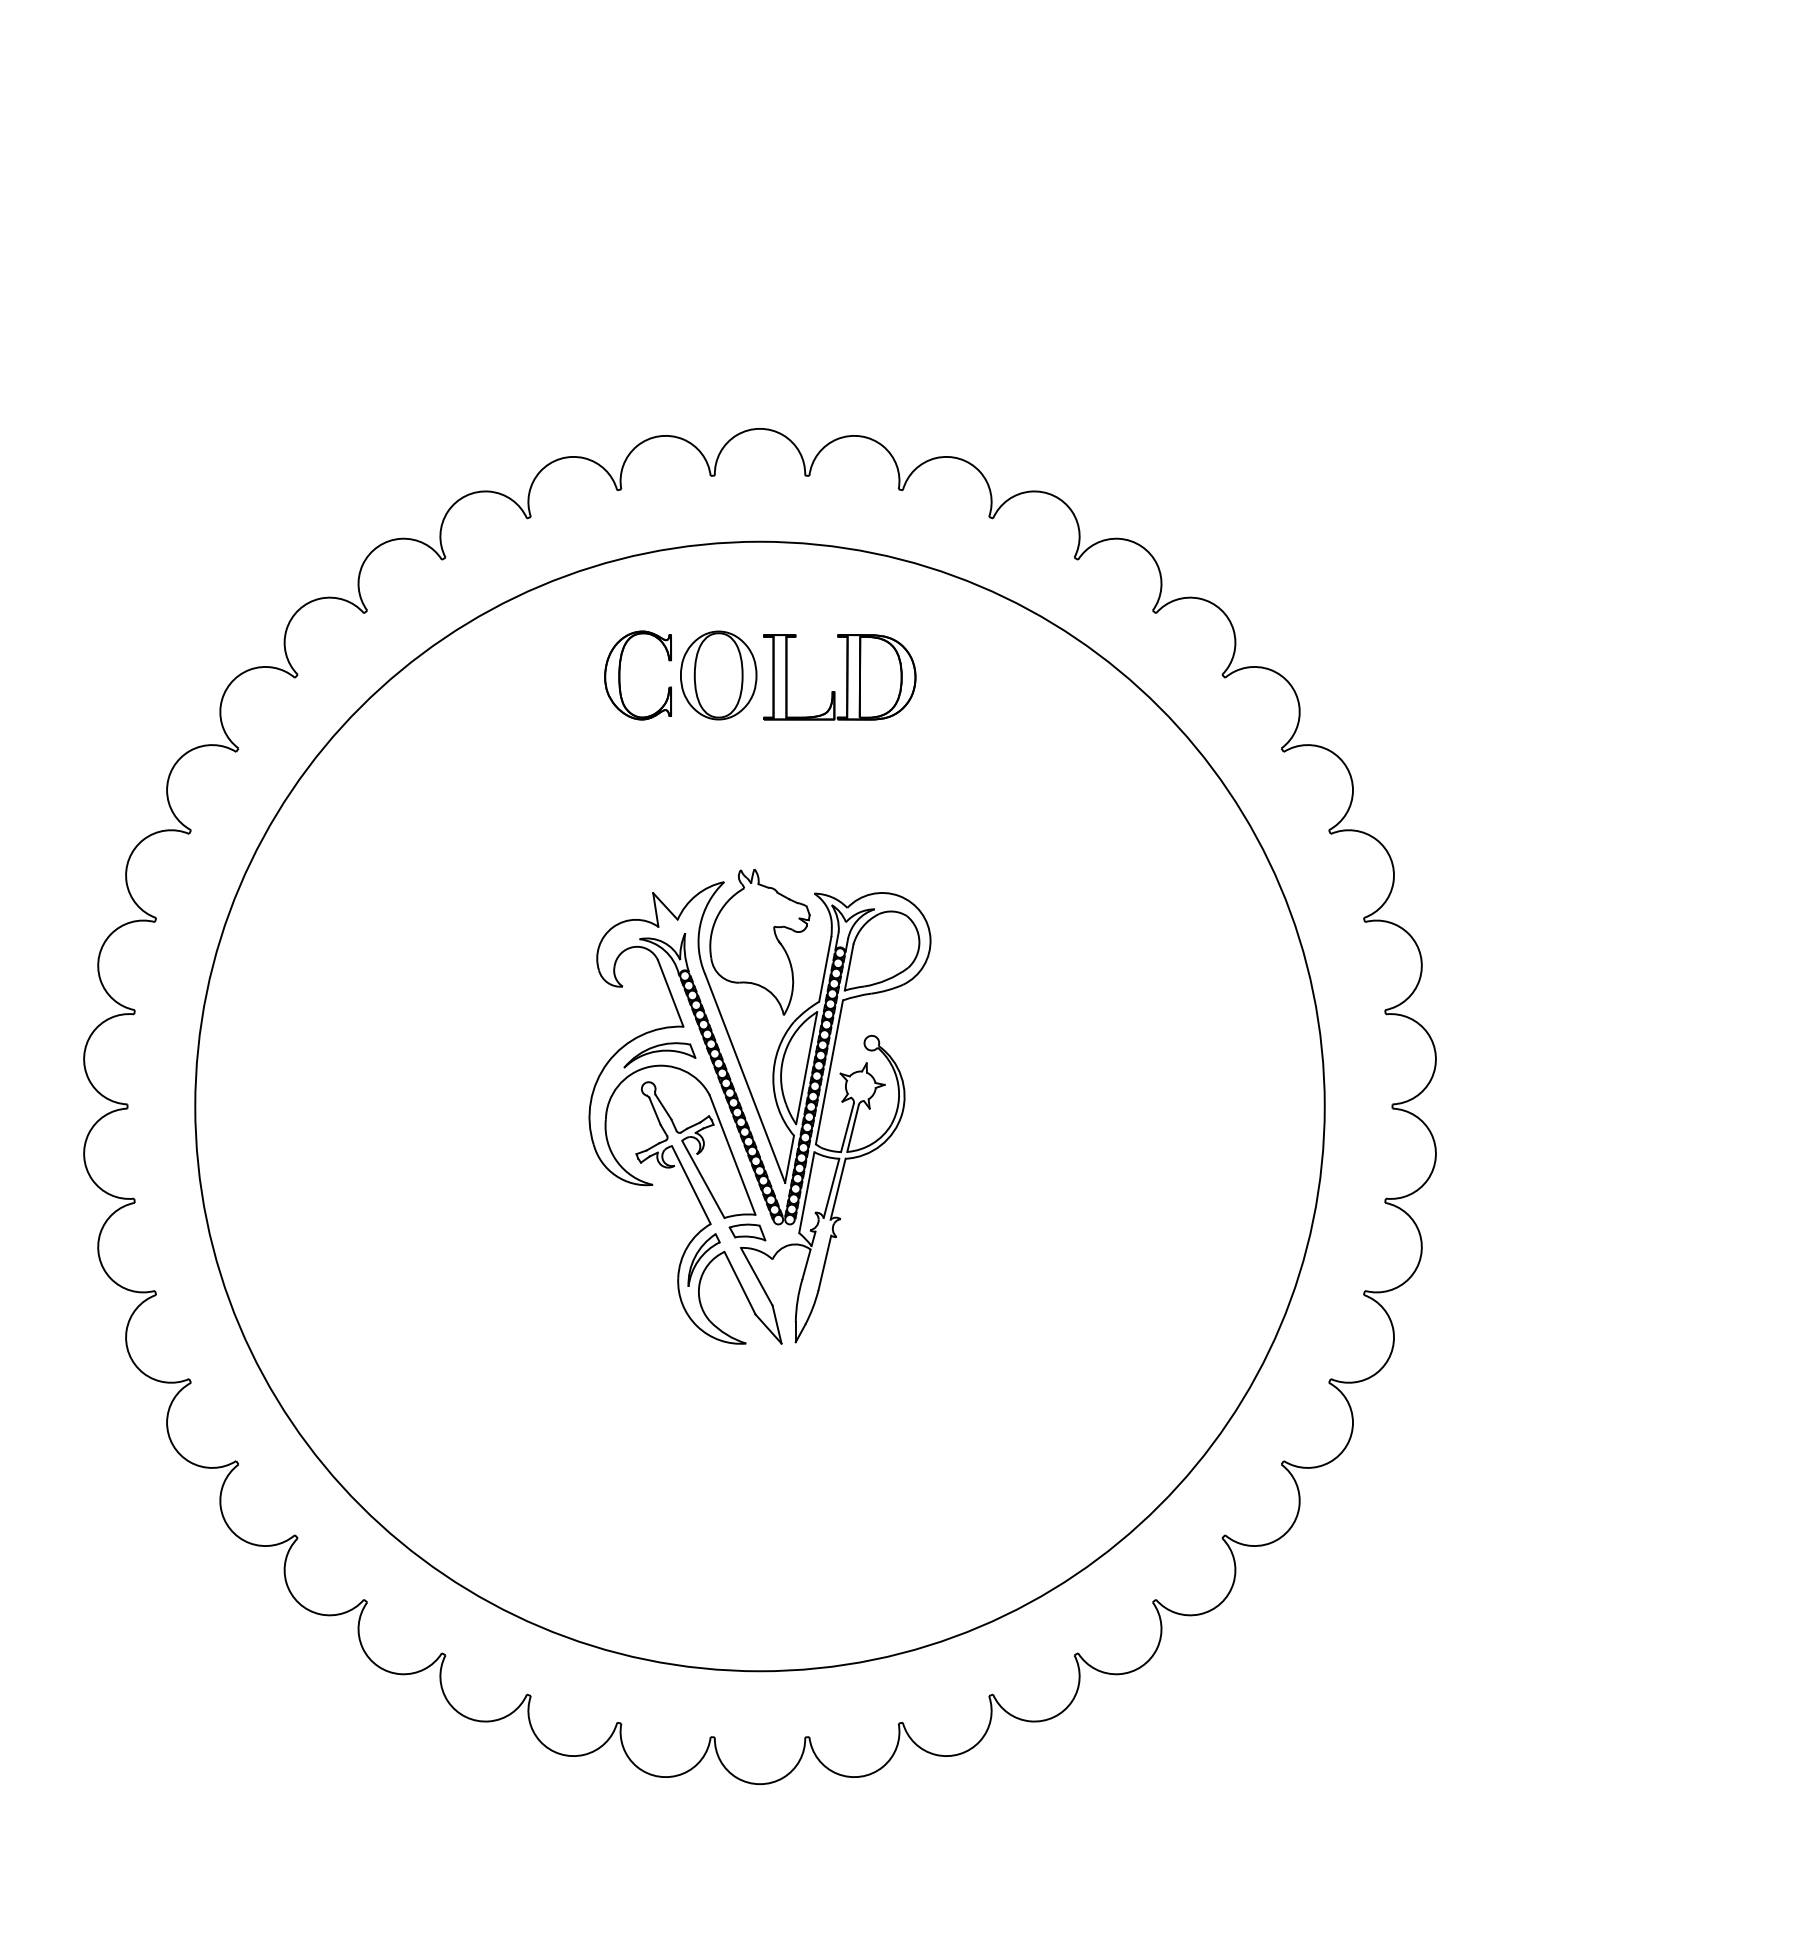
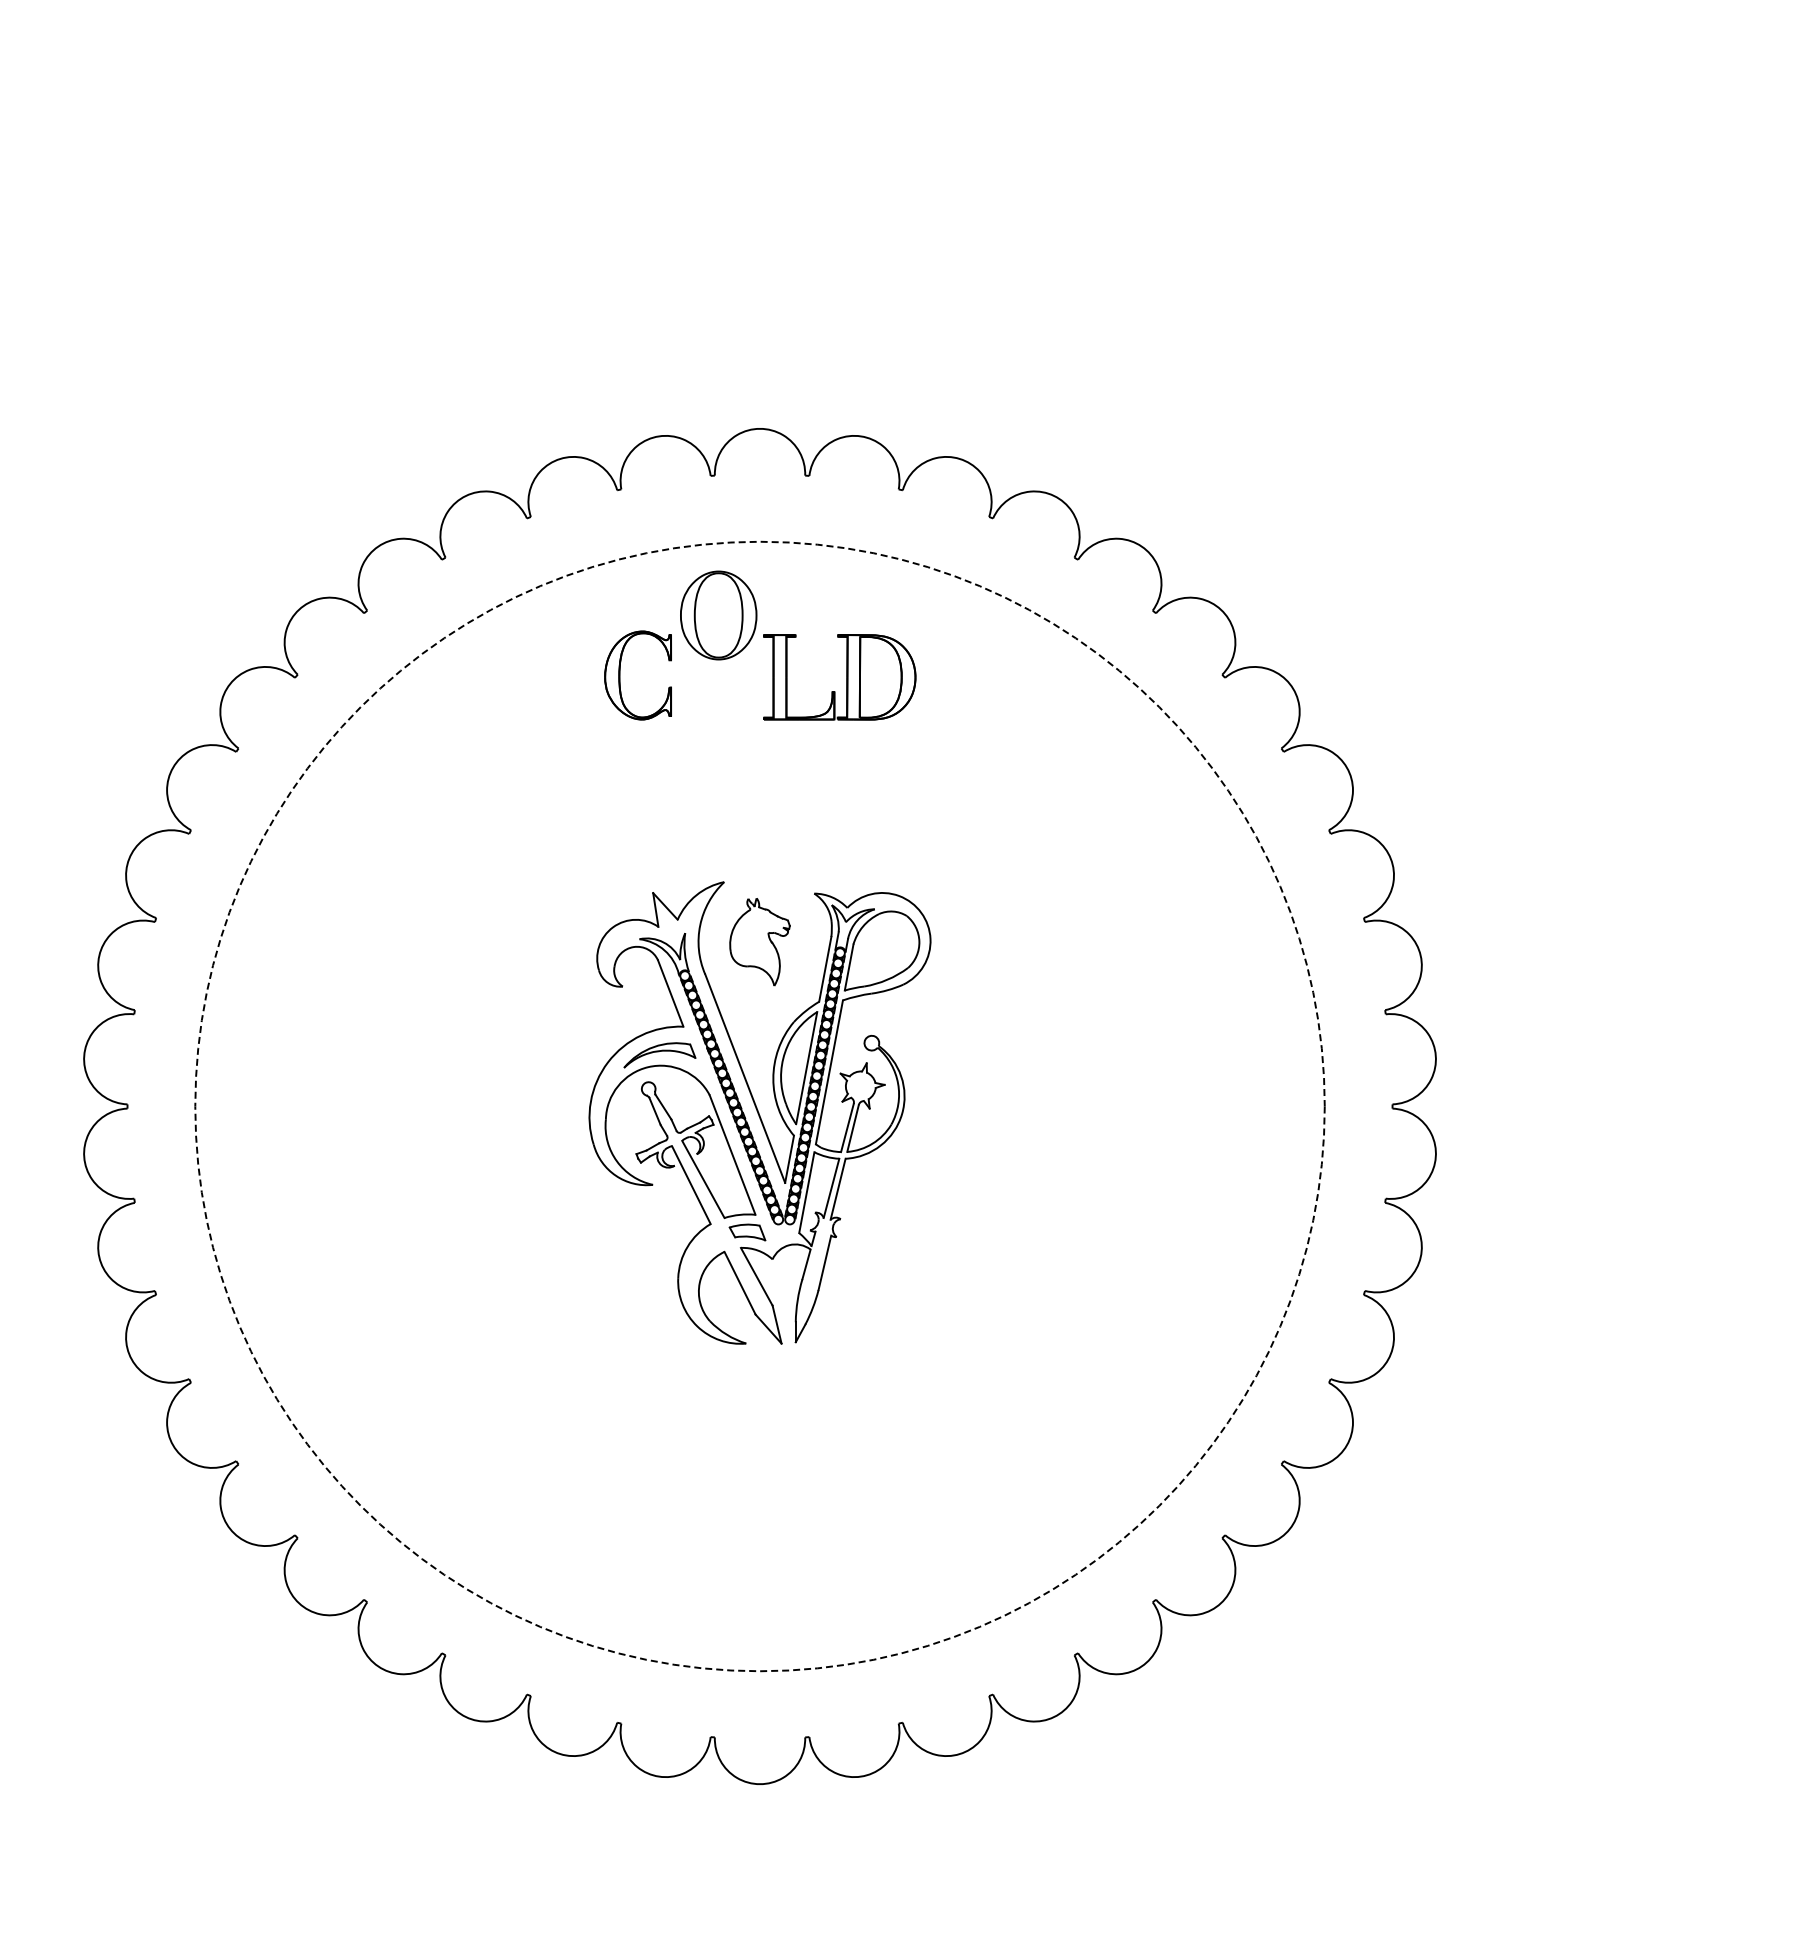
part at (718, 675) position: (718, 675) -> (718, 615)
part at (759, 941) size: 102x148 px -> 62x89 px
circle at (759, 1106): solid -> dashed
part at (703, 1259): present -> none
